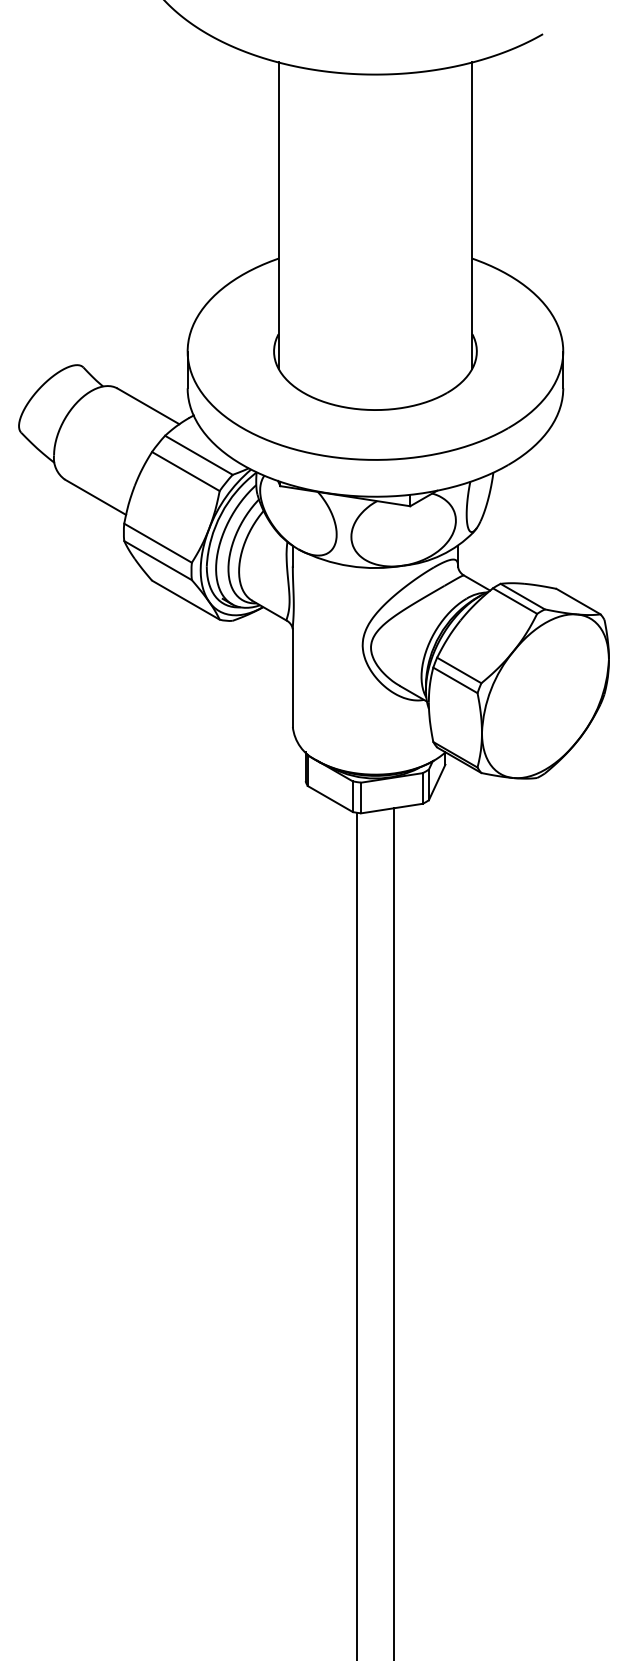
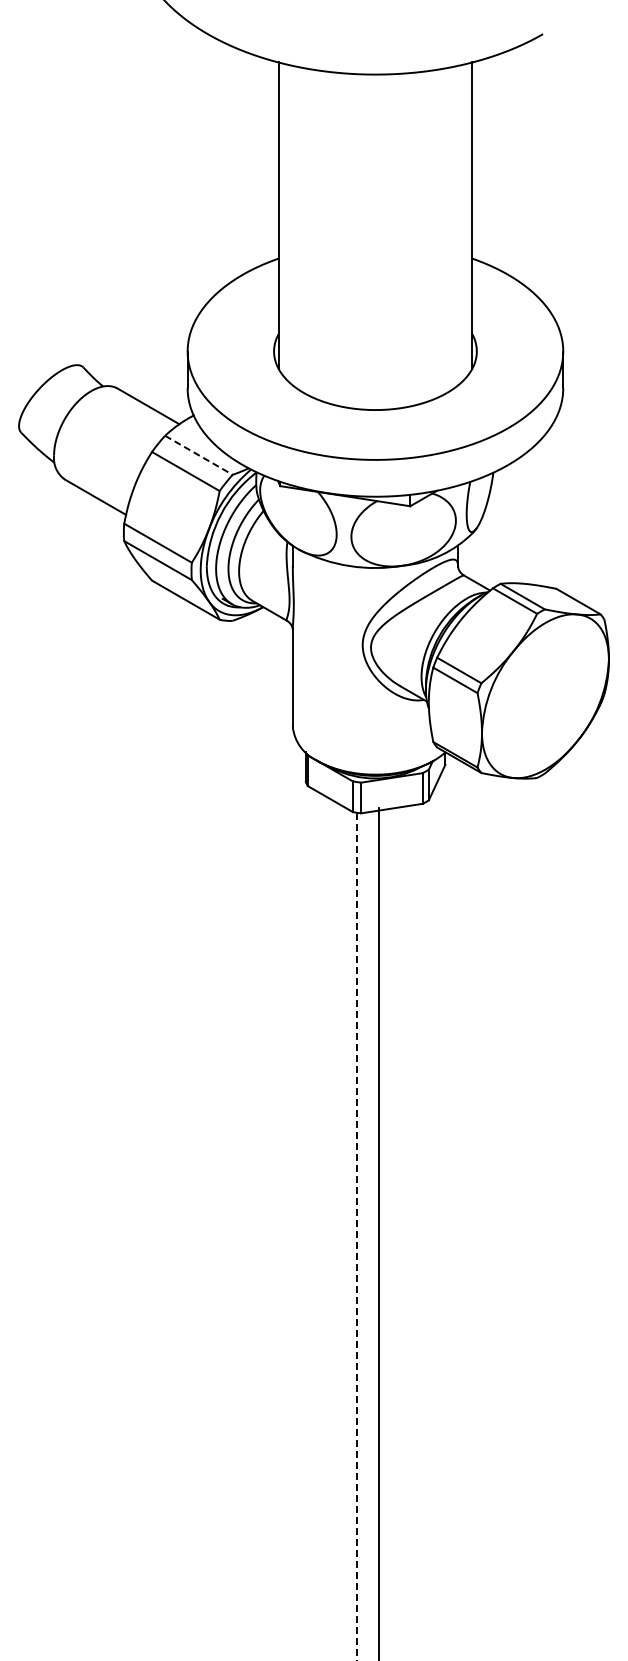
line at (199, 455): solid -> dashed
line at (394, 1232) position: (394, 1232) -> (379, 1232)
line at (356, 1236): solid -> dashed
